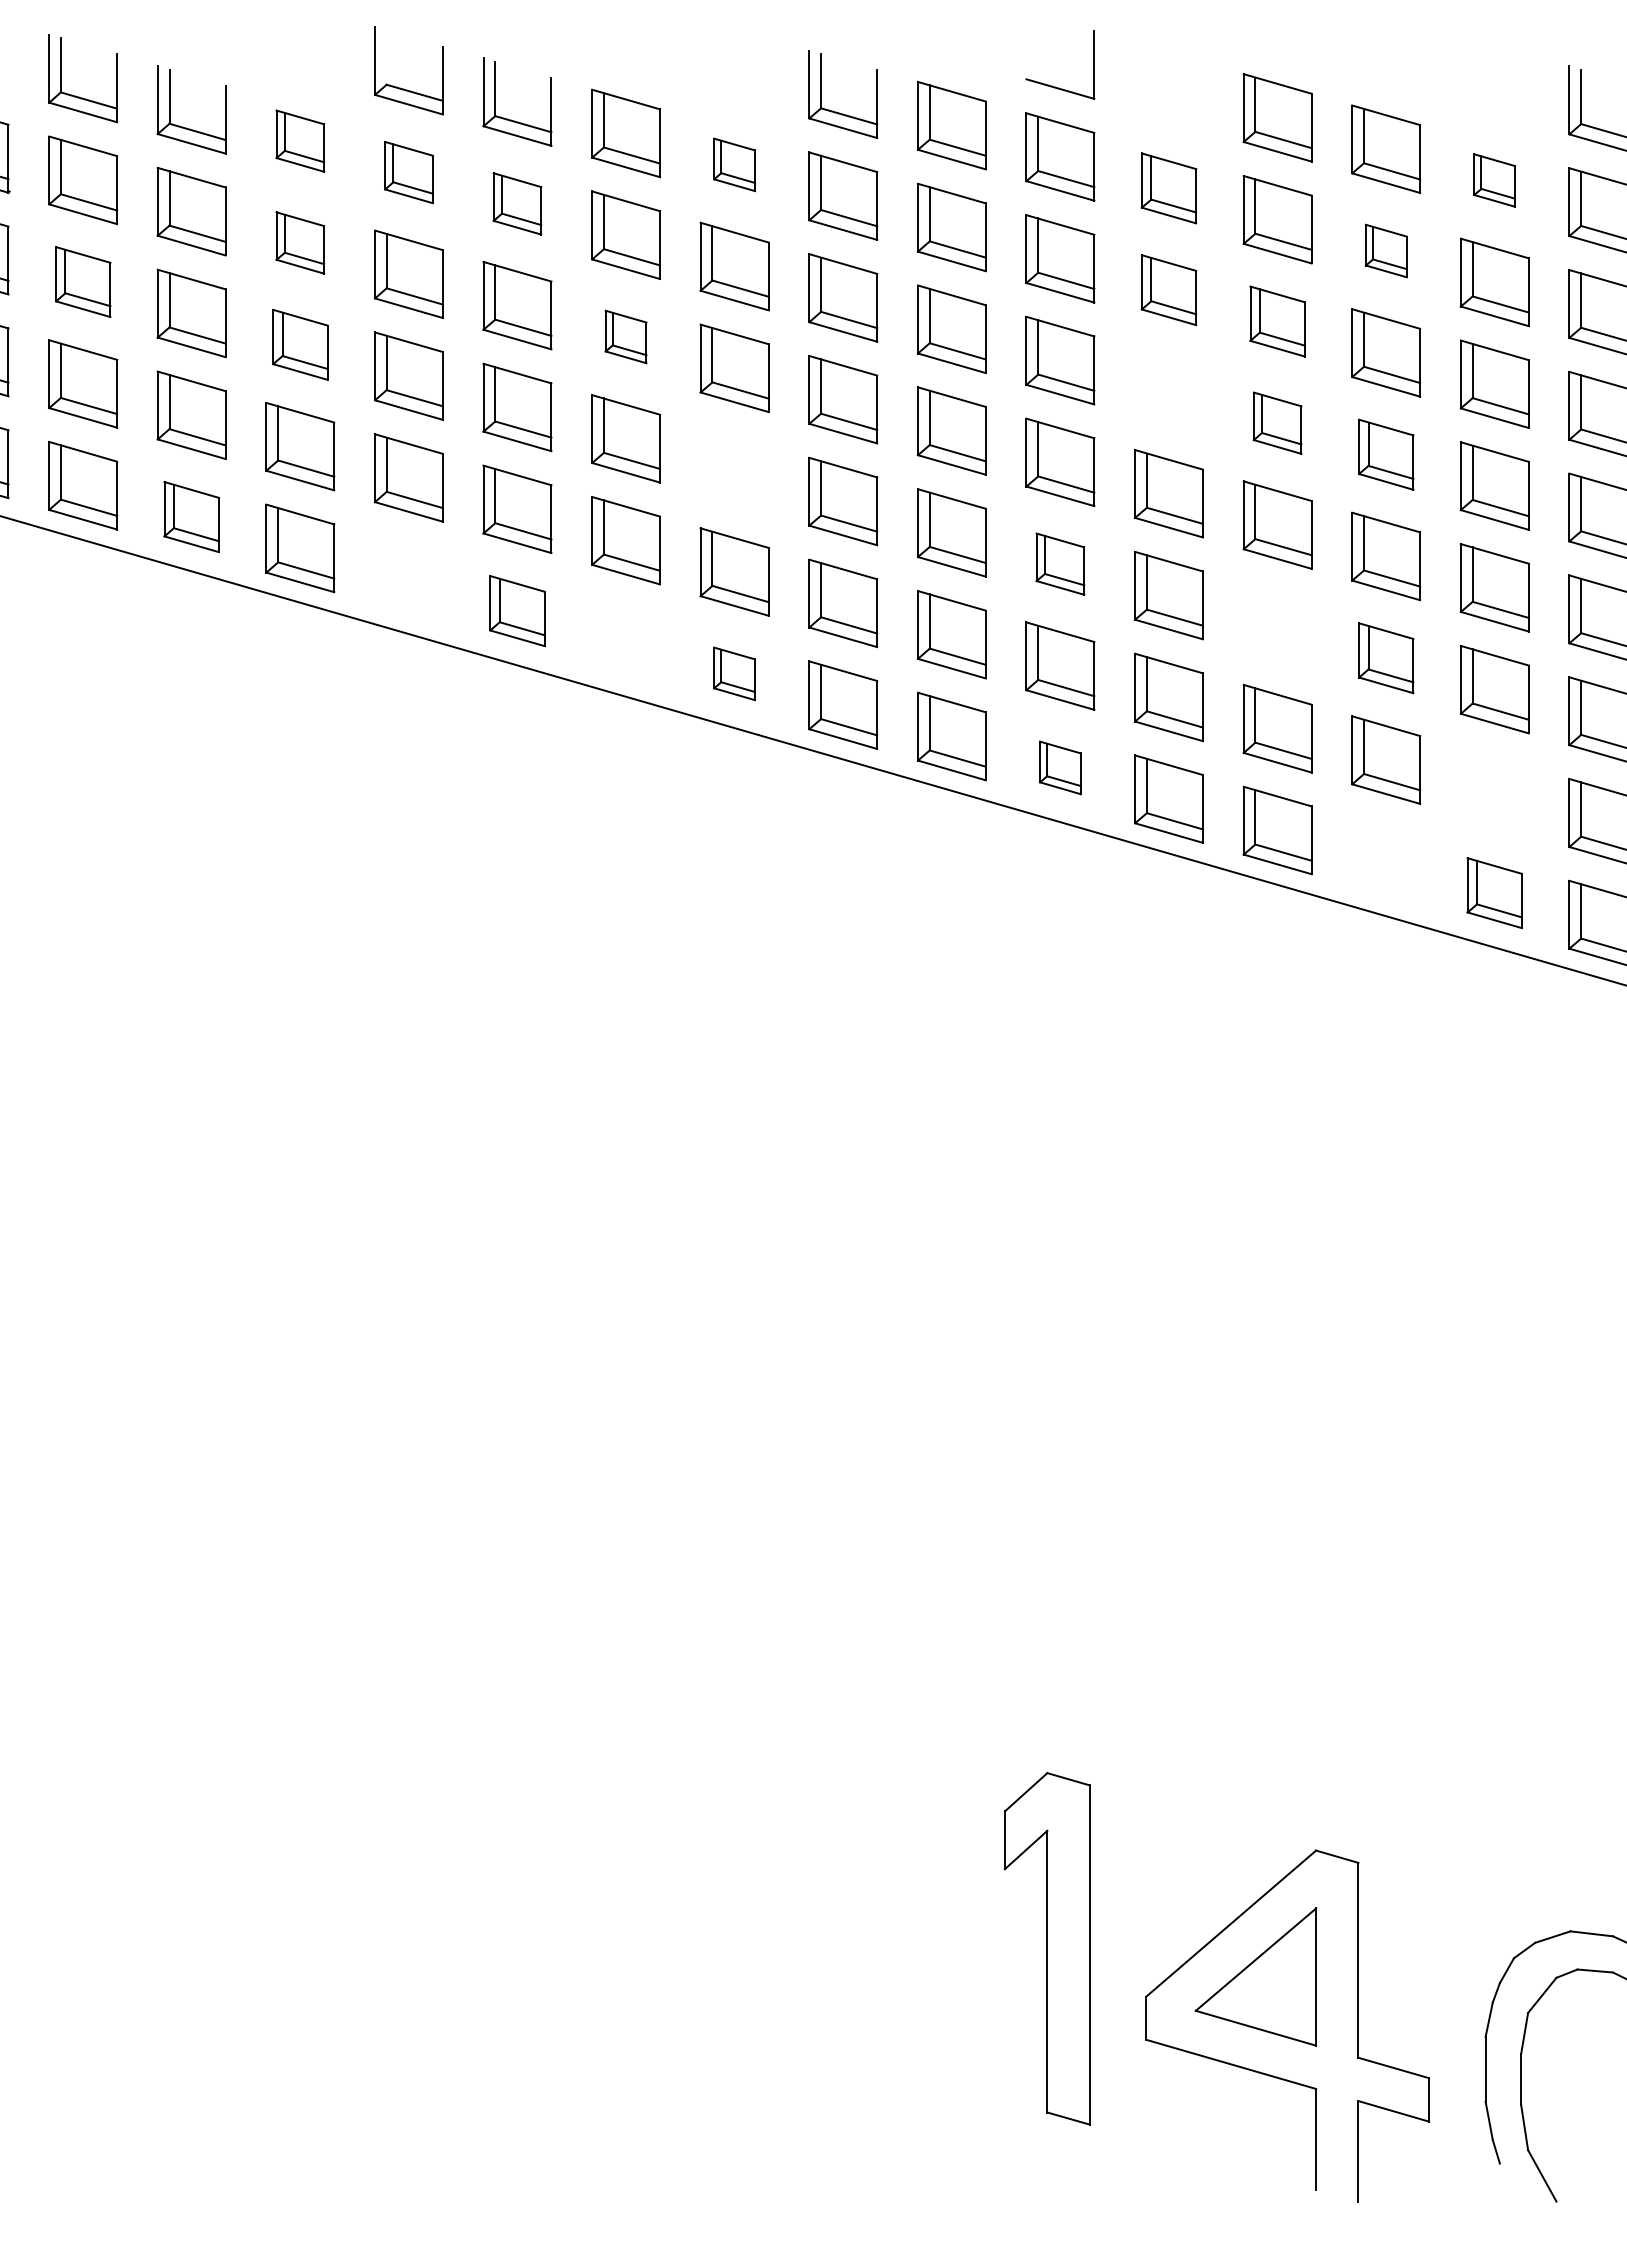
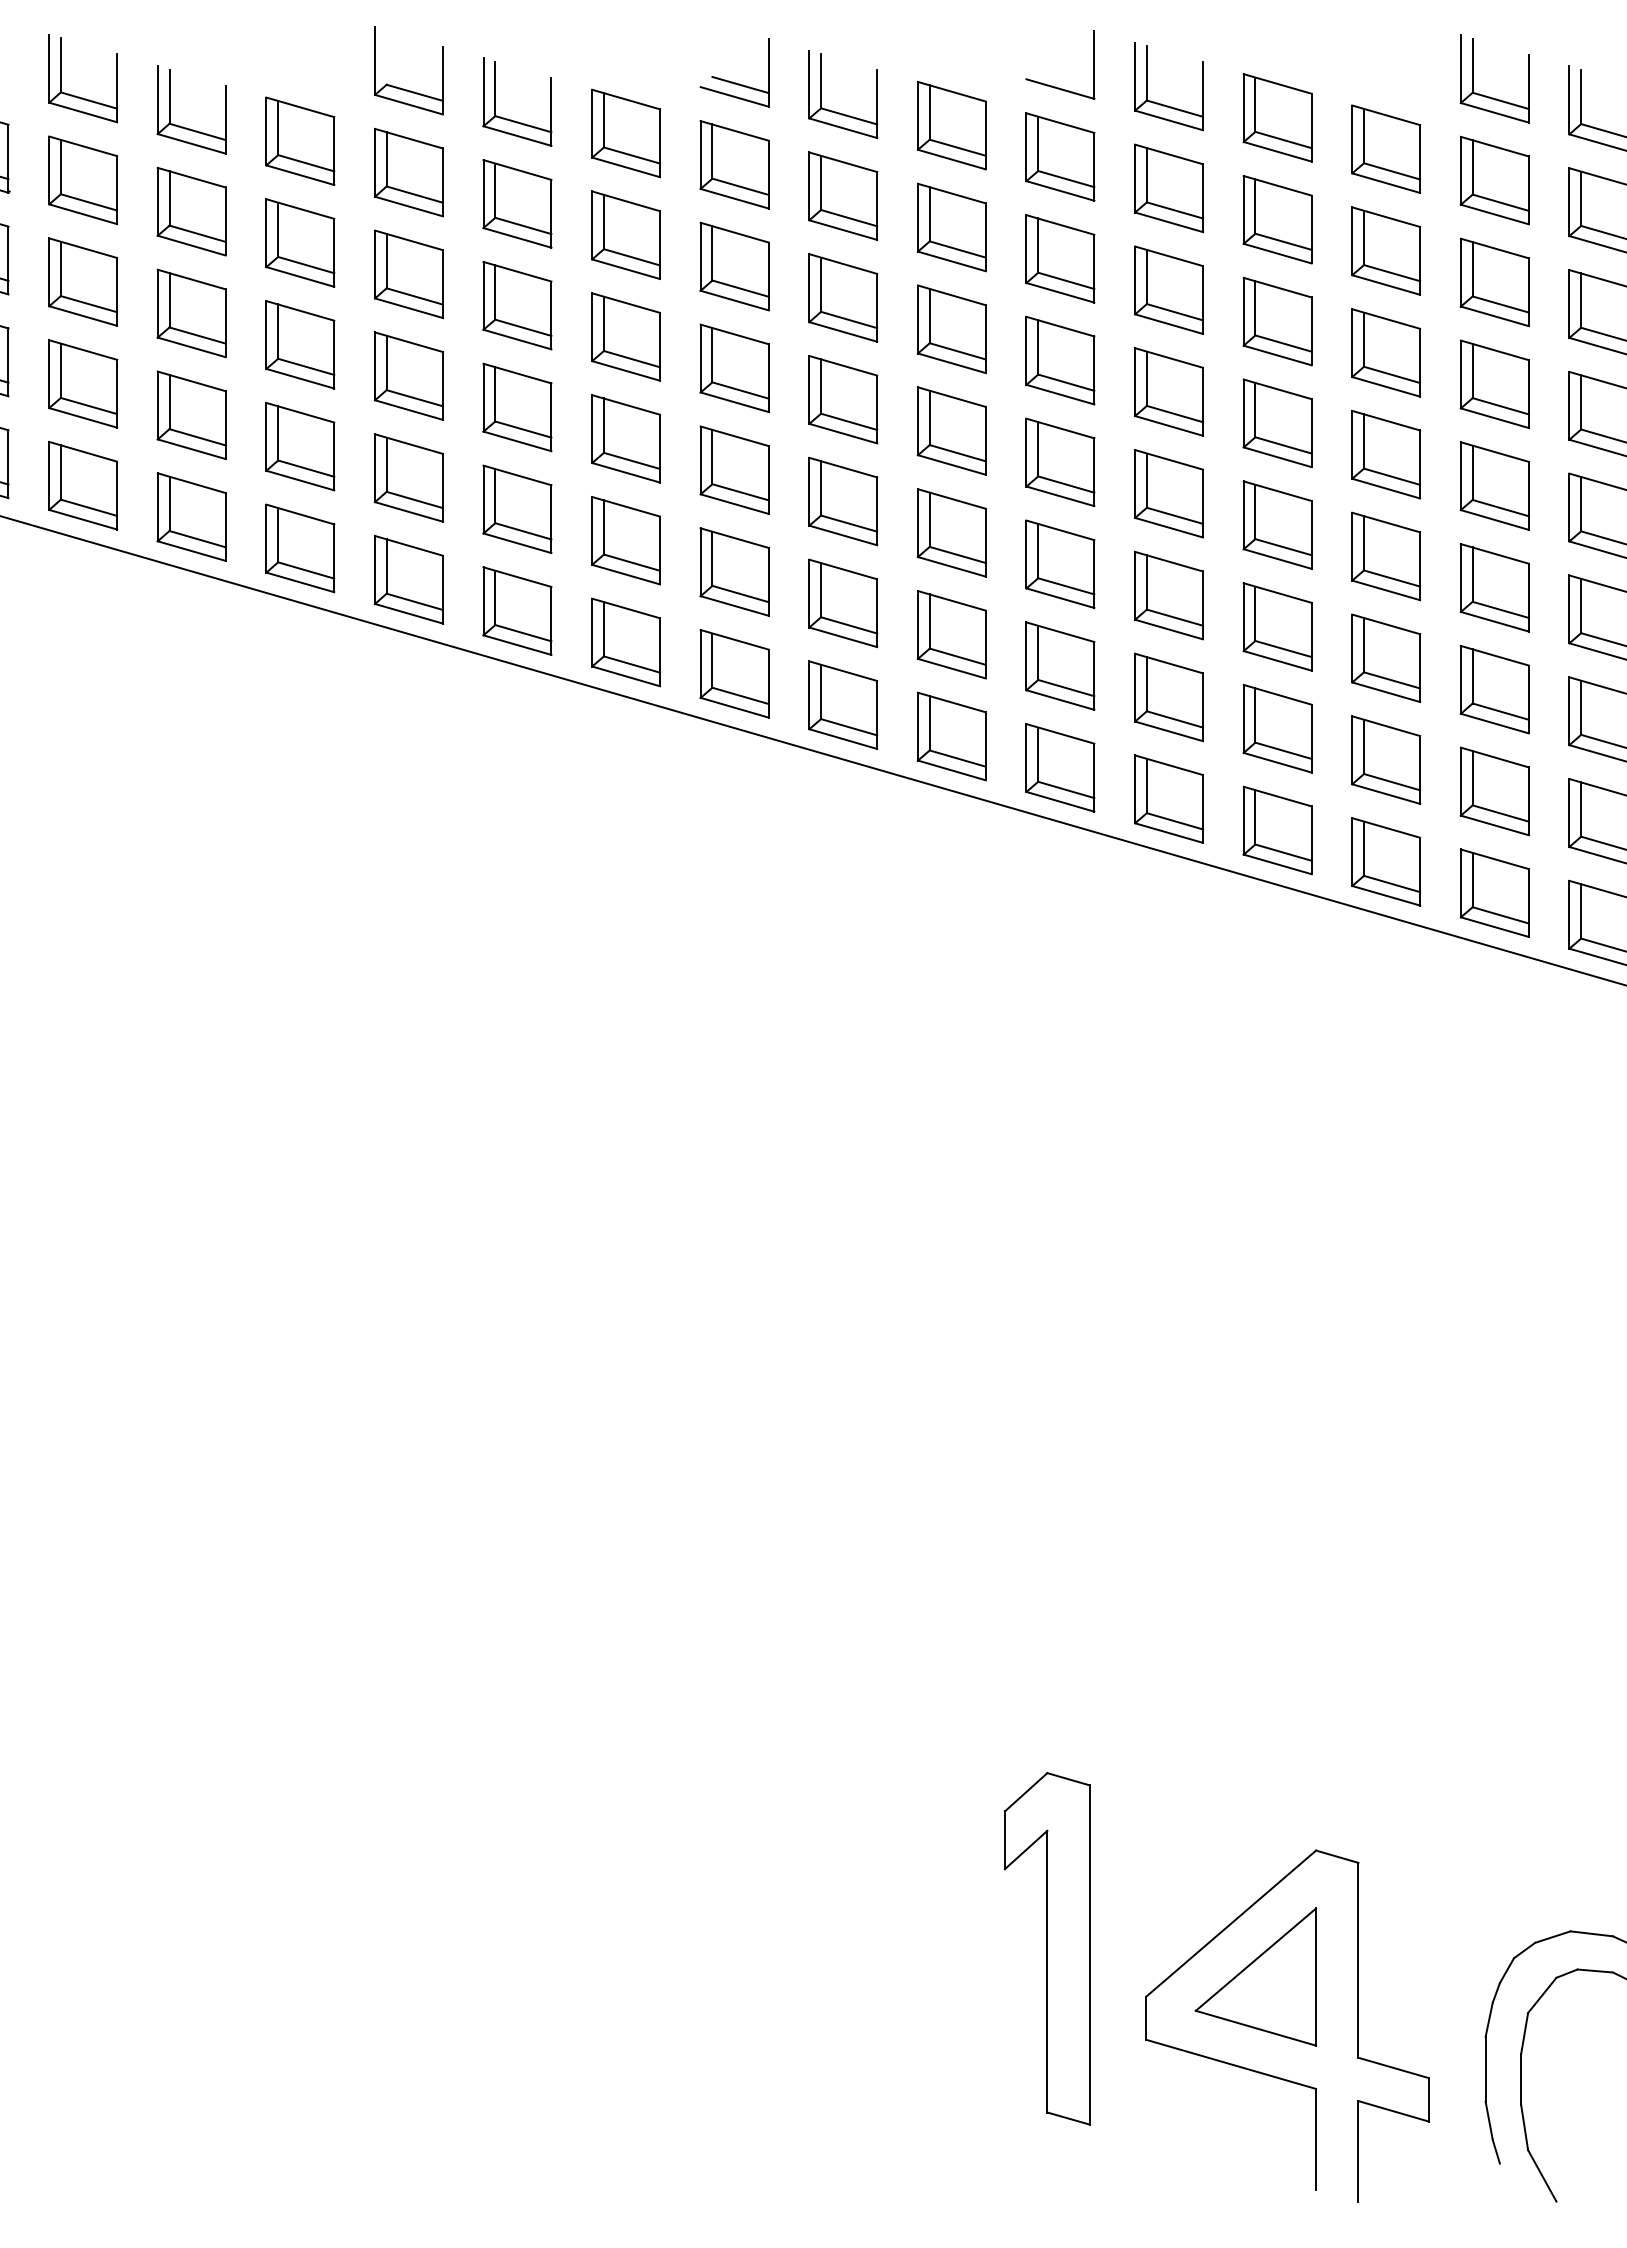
part at (732, 81): none -> present
part at (1489, 96): none -> present
part at (1161, 103): none -> present
part at (300, 140) size: 51x64 px -> 71x90 px
part at (734, 164) size: 43x56 px -> 71x90 px
part at (408, 172) size: 50x64 px -> 70x91 px
part at (1494, 180) size: 44x55 px -> 71x91 px
part at (1168, 188) size: 58x73 px -> 70x91 px
part at (517, 203) size: 51x64 px -> 71x90 px
part at (300, 242) size: 51x64 px -> 71x90 px
part at (1385, 250) size: 44x56 px -> 71x90 px
part at (83, 281) size: 57x72 px -> 71x90 px
part at (1168, 290) size: 58x73 px -> 70x90 px
part at (1277, 321) size: 57x73 px -> 71x91 px
part at (625, 336) size: 44x56 px -> 70x90 px
part at (300, 344) size: 57x73 px -> 71x90 px
part at (1168, 391): none -> present
part at (1277, 422) size: 51x64 px -> 71x90 px
part at (1386, 454) size: 57x73 px -> 71x90 px
part at (734, 469): none -> present
part at (191, 516) size: 57x72 px -> 71x90 px
part at (1060, 563) size: 51x64 px -> 71x90 px
part at (408, 579): none -> present
part at (517, 610) size: 57x72 px -> 71x90 px
part at (1277, 626): none -> present
part at (625, 642): none -> present
part at (1386, 658) size: 57x73 px -> 71x90 px
part at (734, 673) size: 43x56 px -> 71x90 px
part at (1060, 767) size: 43x56 px -> 71x90 px
part at (1494, 791): none -> present
part at (1386, 861): none -> present
part at (1494, 893) size: 57x73 px -> 71x90 px
